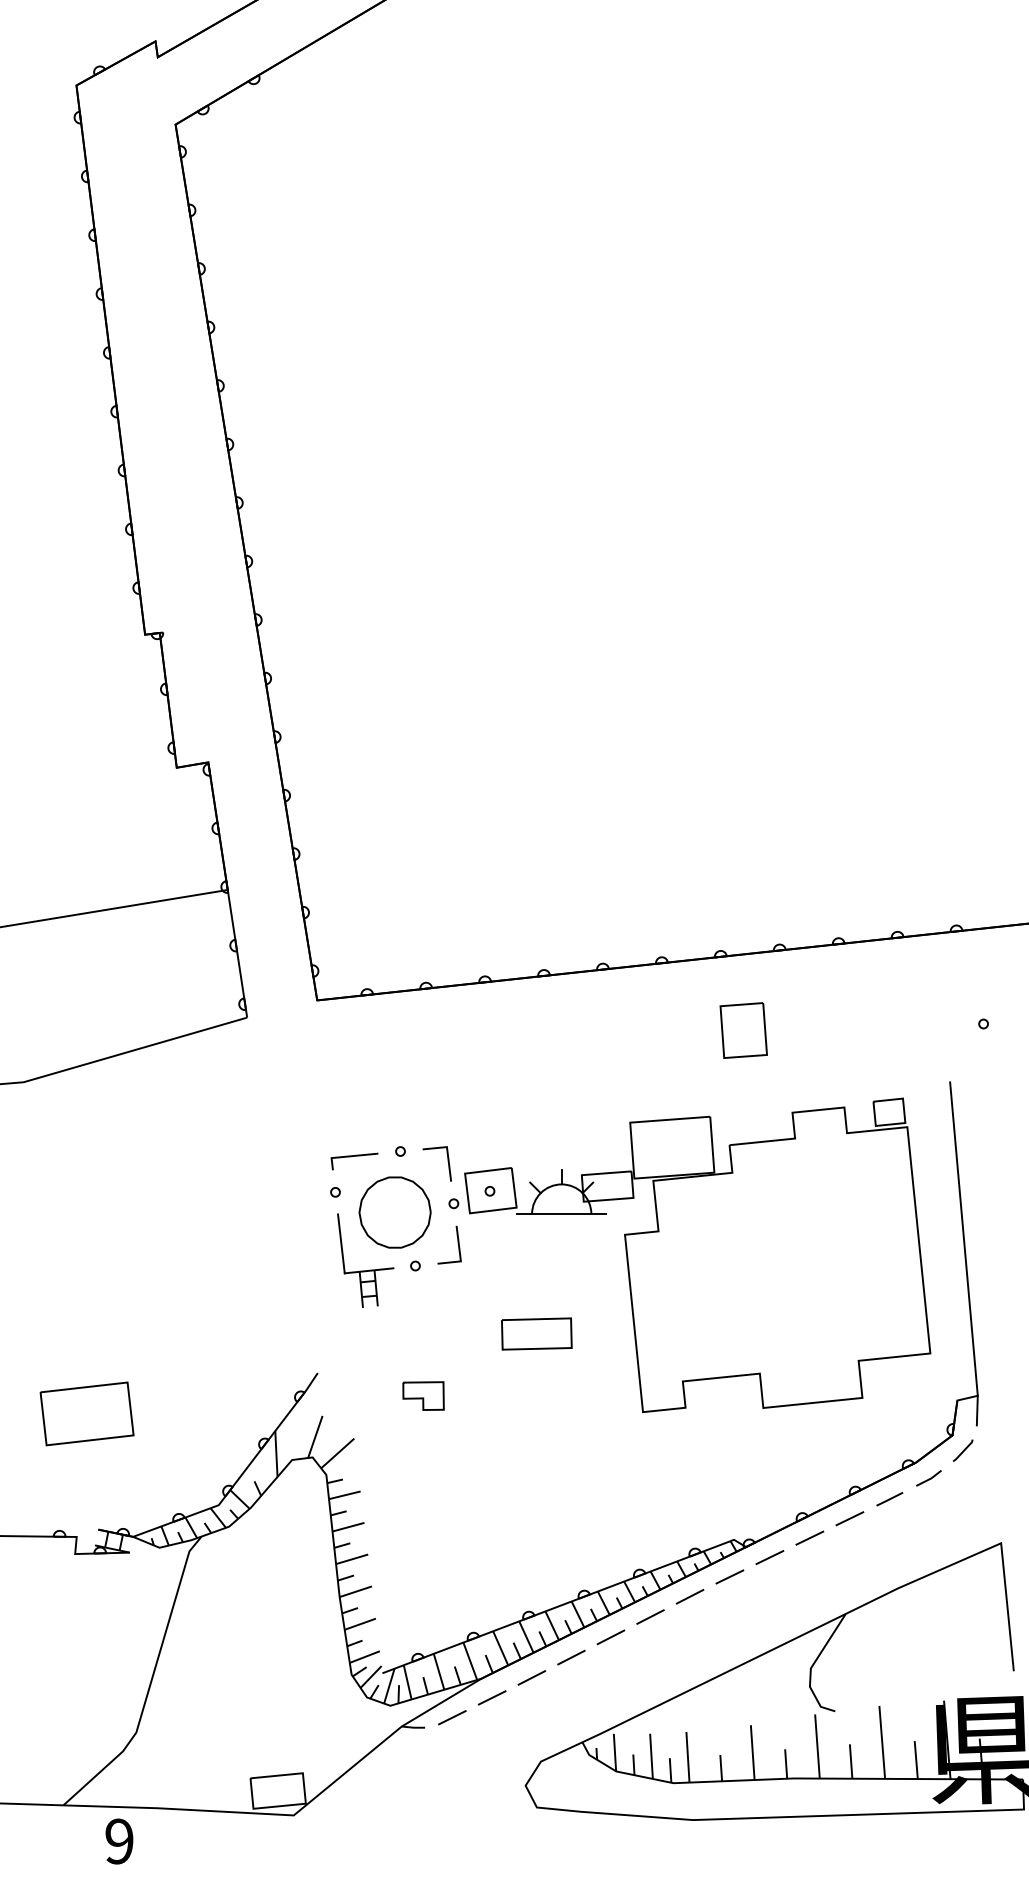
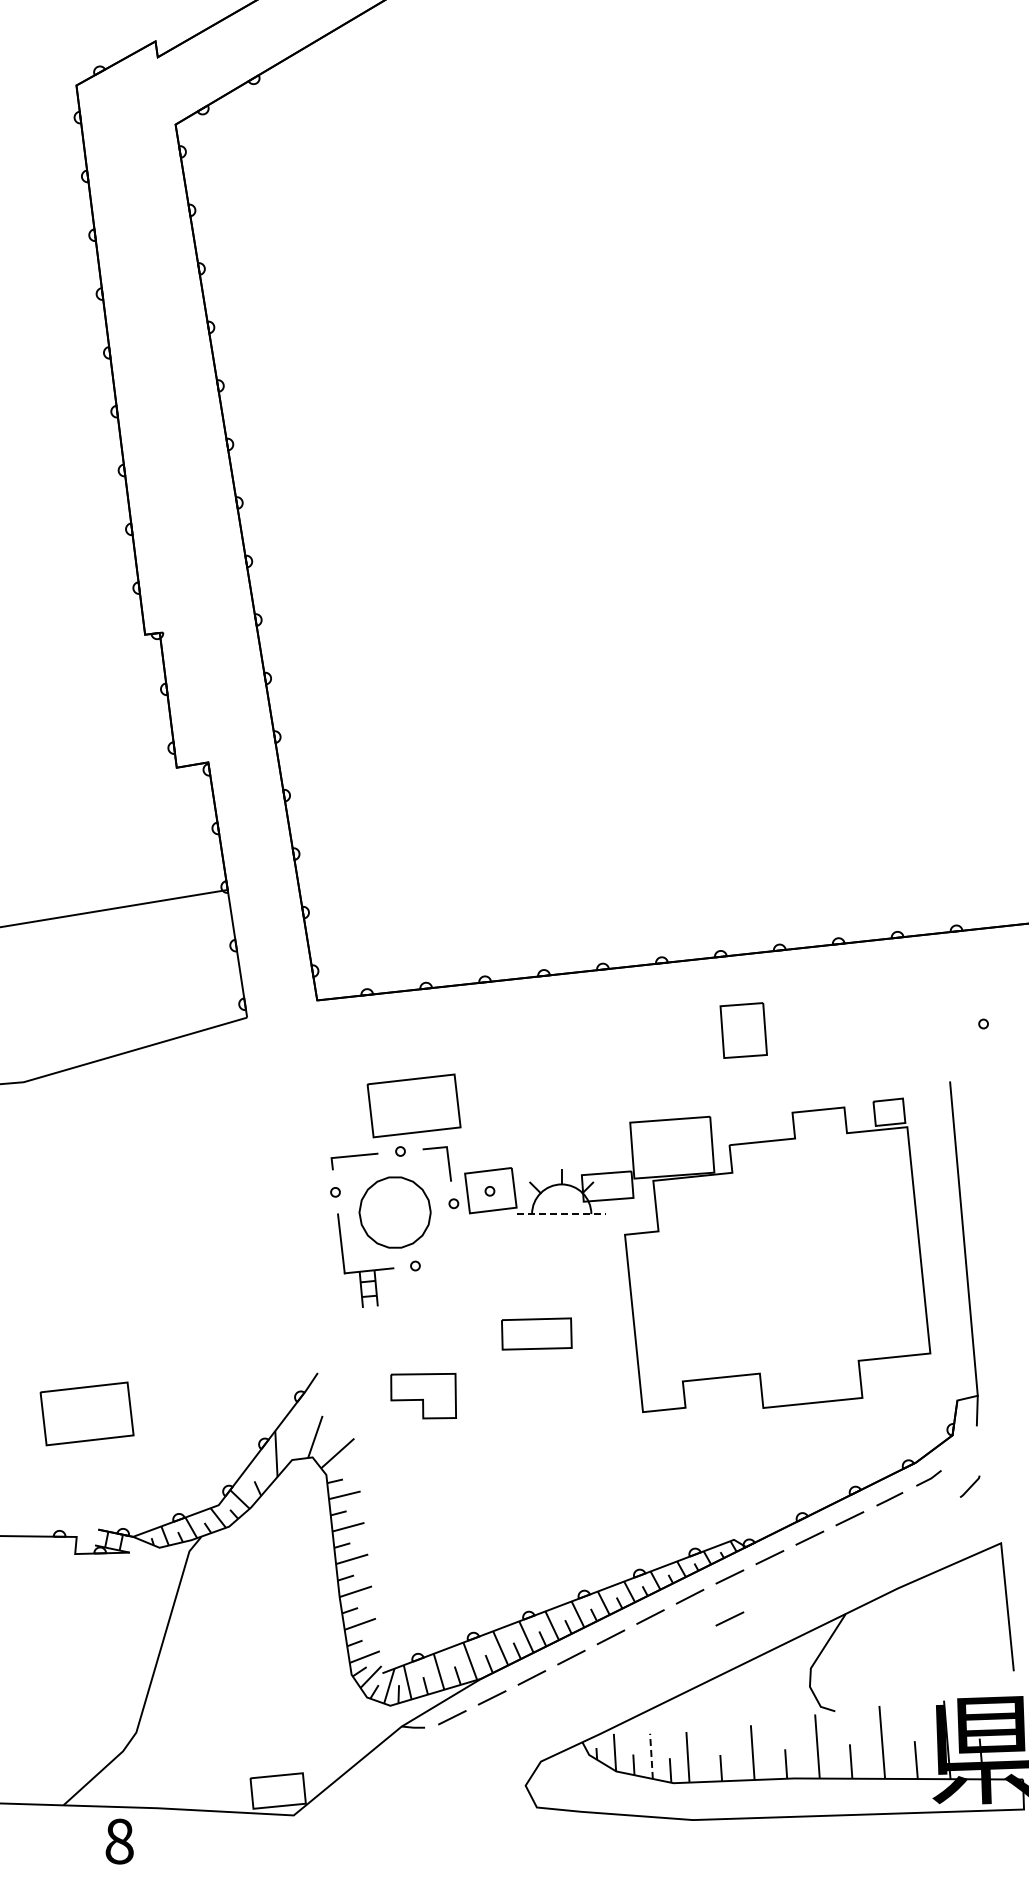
part at (413, 1105): none -> present
line at (562, 1214): solid -> dashed
line at (457, 1243): present -> none
part at (423, 1395) size: 43x30 px -> 67x47 px
line at (962, 1450) position: (962, 1450) -> (969, 1486)
line at (729, 1618): none -> present
line at (651, 1756): solid -> dashed
text at (119, 1841): 9 -> 8
